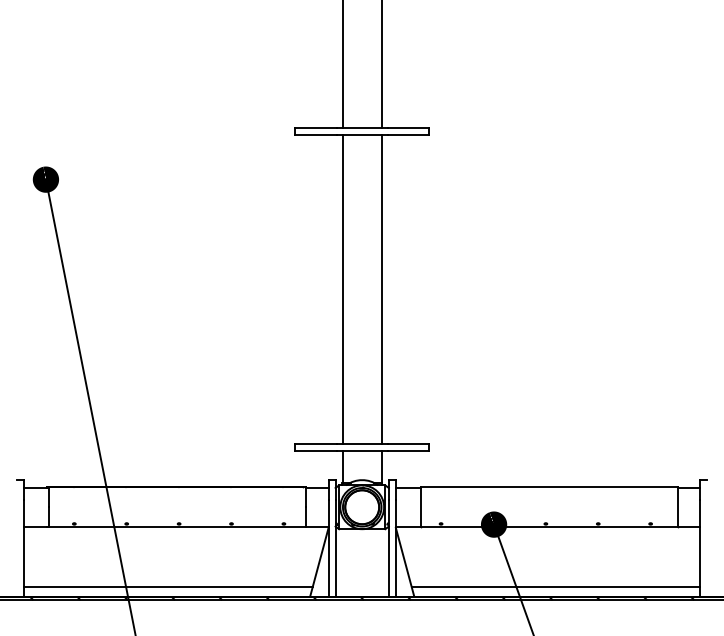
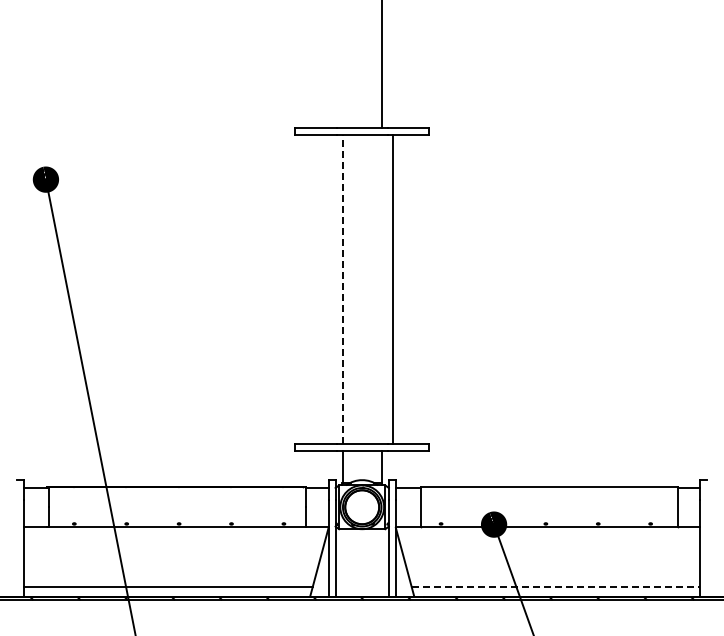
line at (342, 65): present -> none
line at (342, 289): solid -> dashed
line at (381, 289) position: (381, 289) -> (392, 289)
line at (556, 586): solid -> dashed
